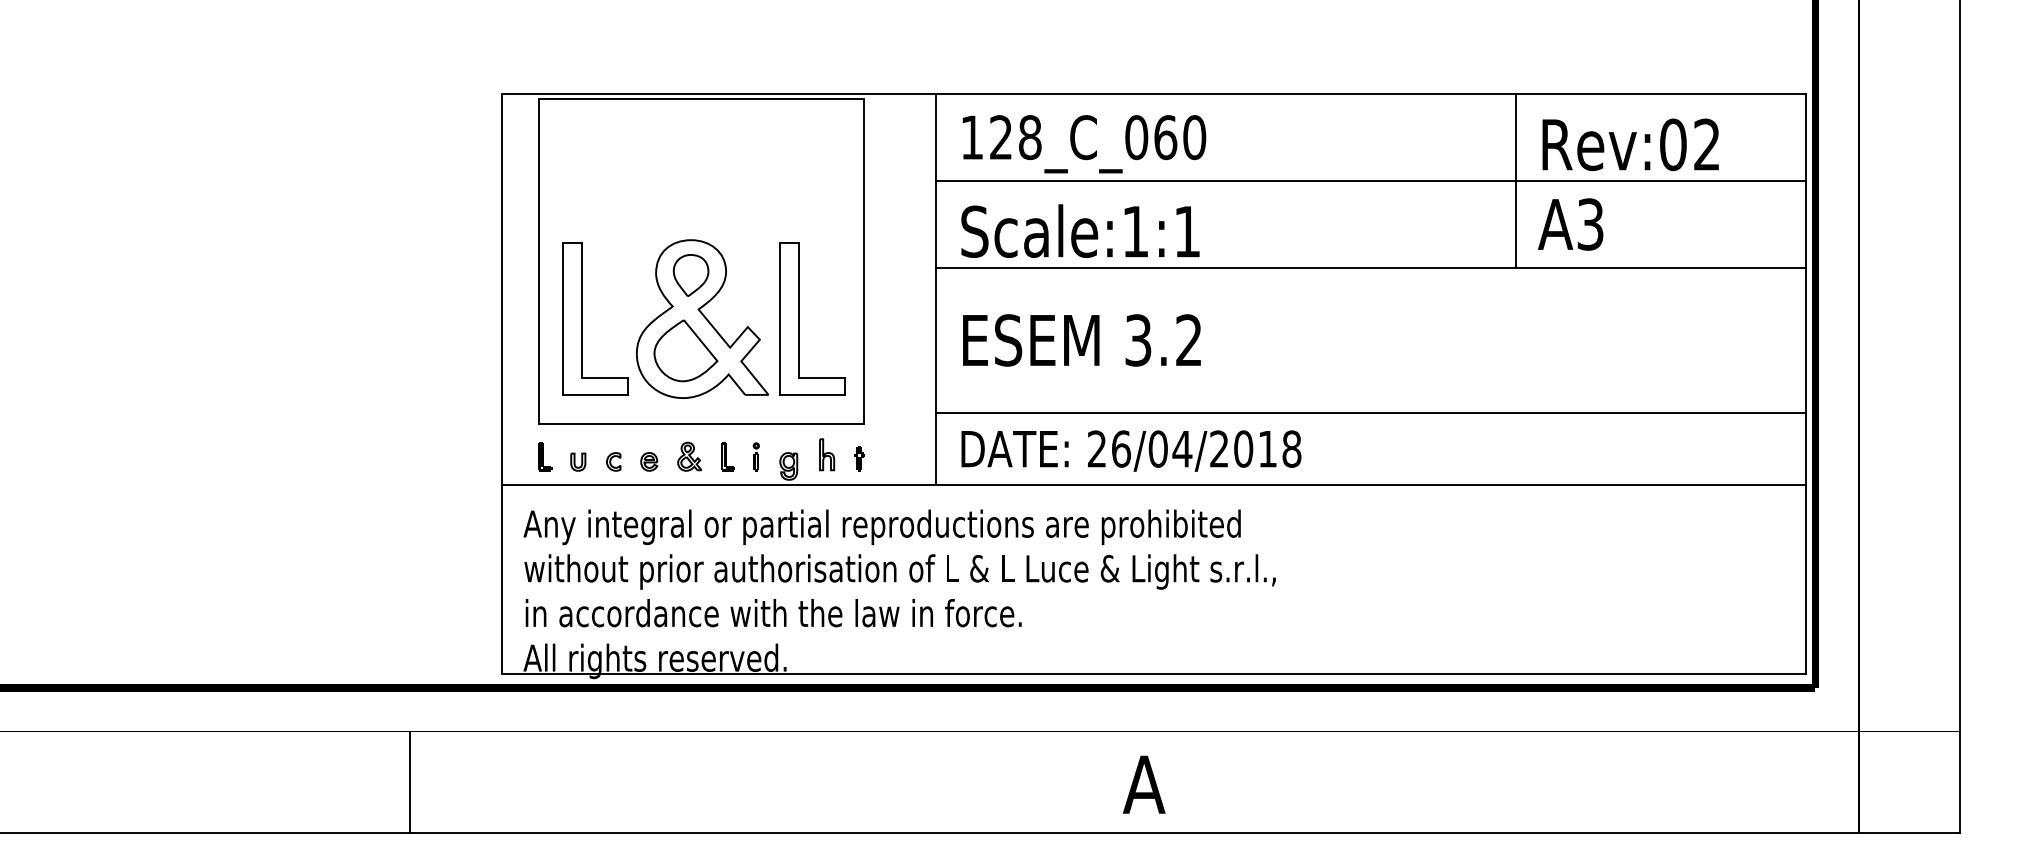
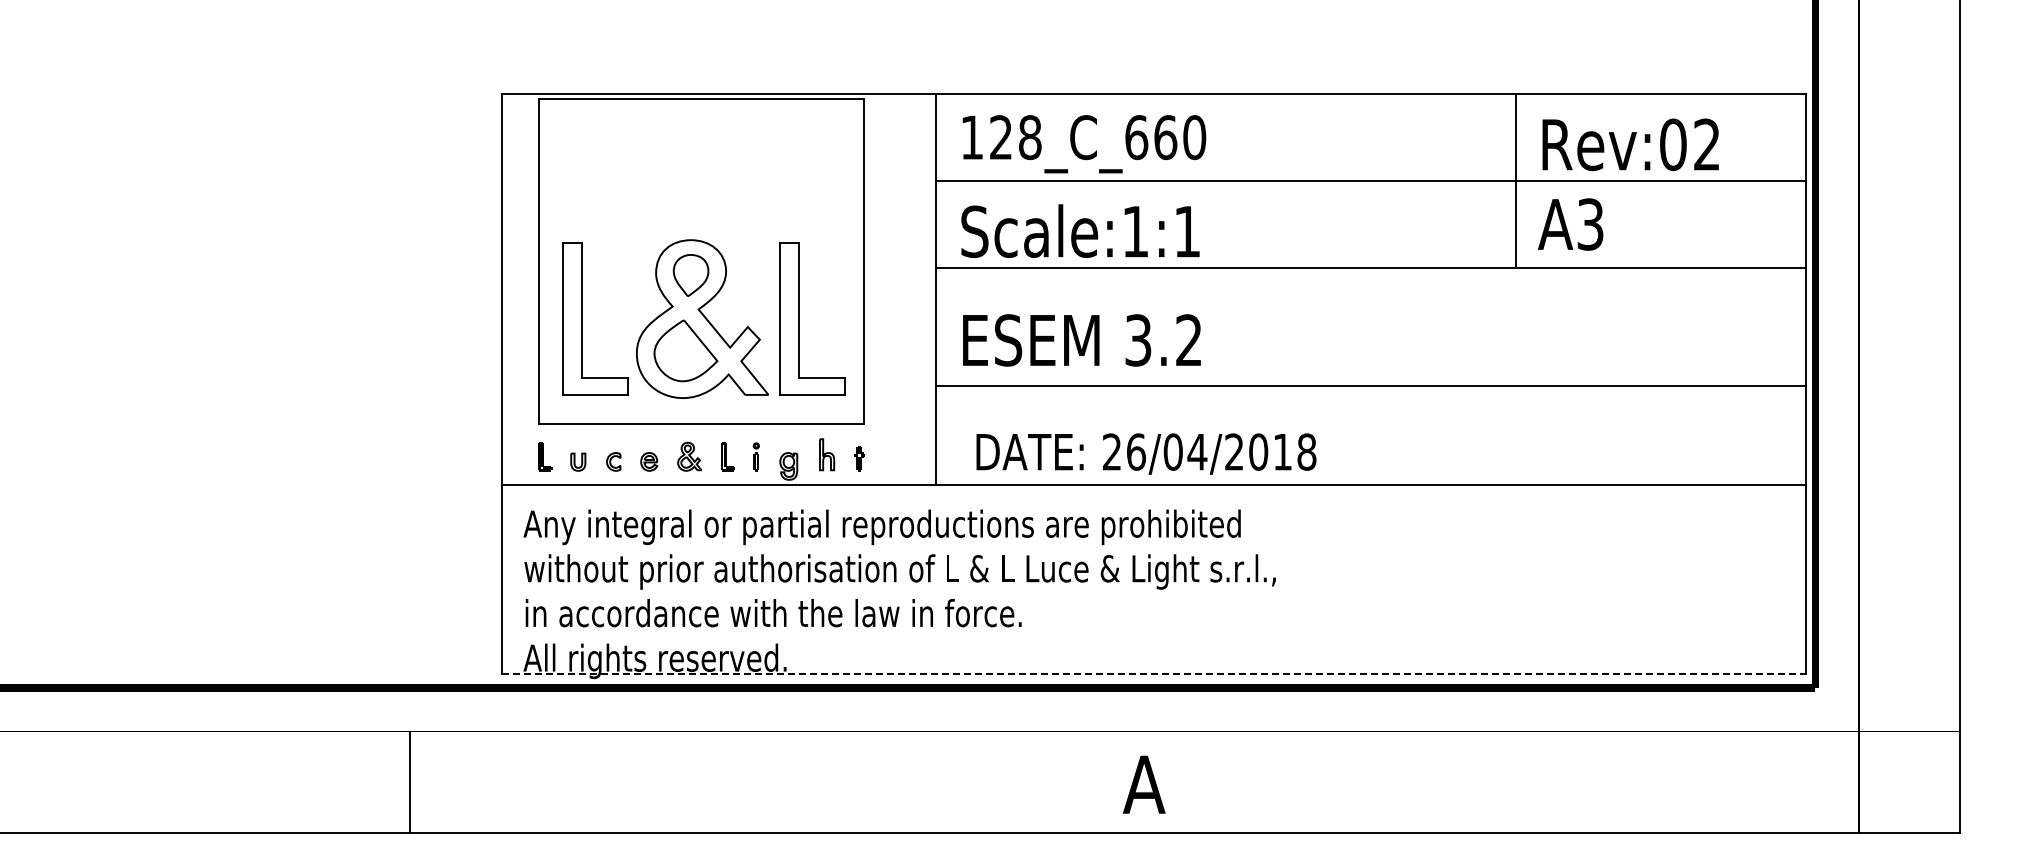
text at (1136, 137): 128_C_060 -> 128_C_660
line at (1370, 412) position: (1370, 412) -> (1370, 385)
text at (1131, 450) position: (1131, 450) -> (1146, 453)
line at (1154, 673): solid -> dashed
